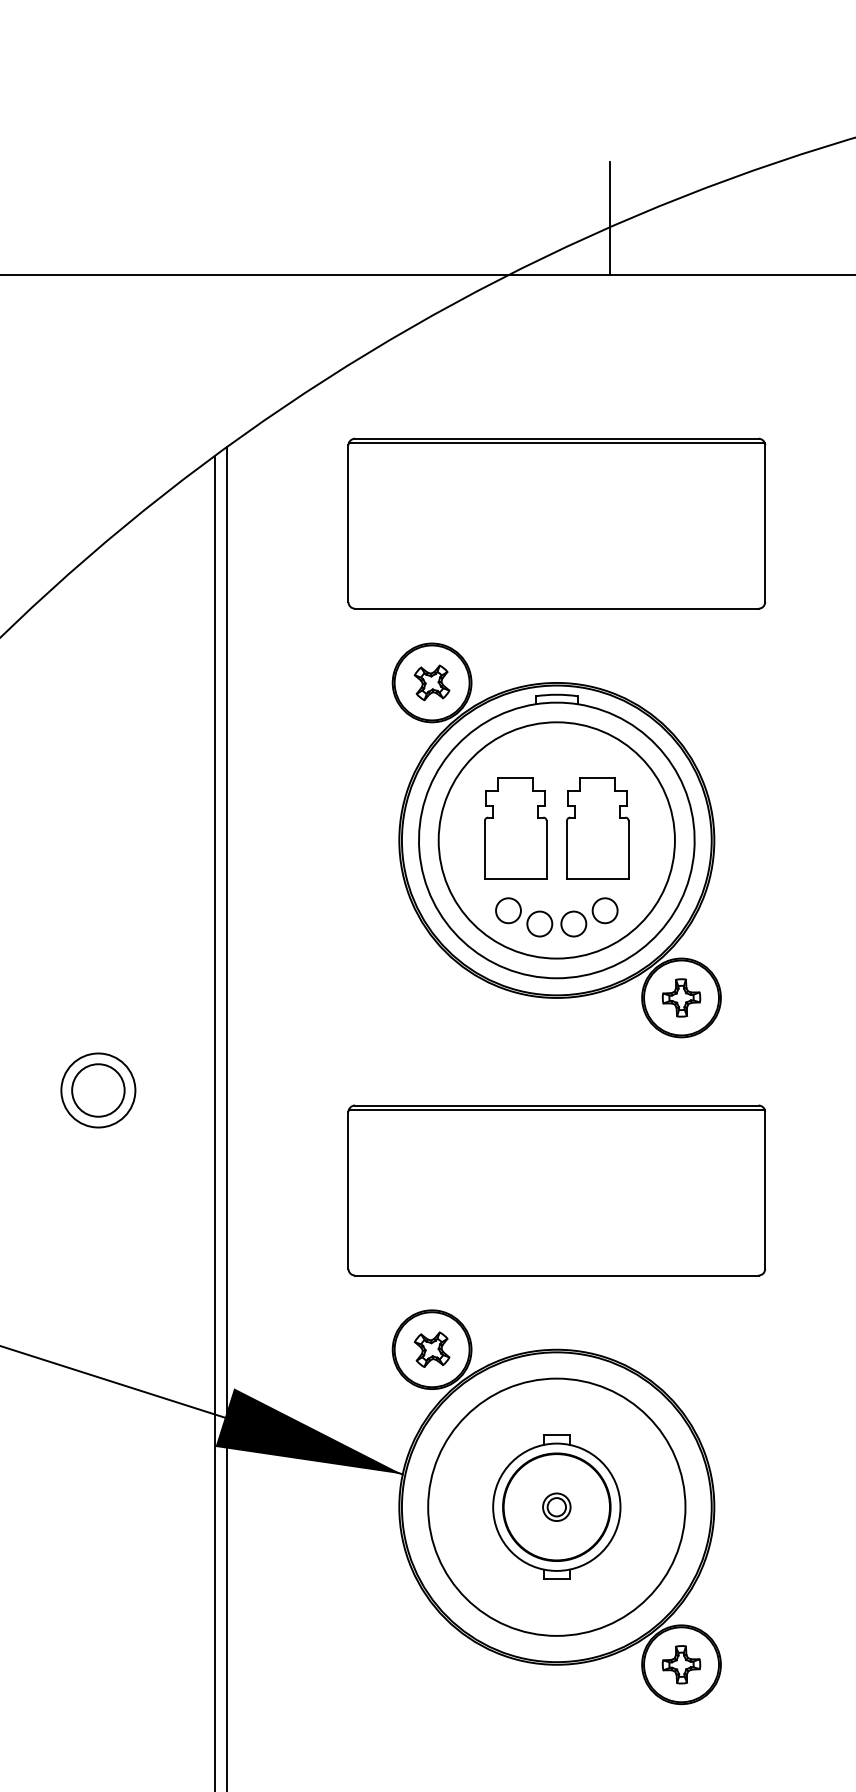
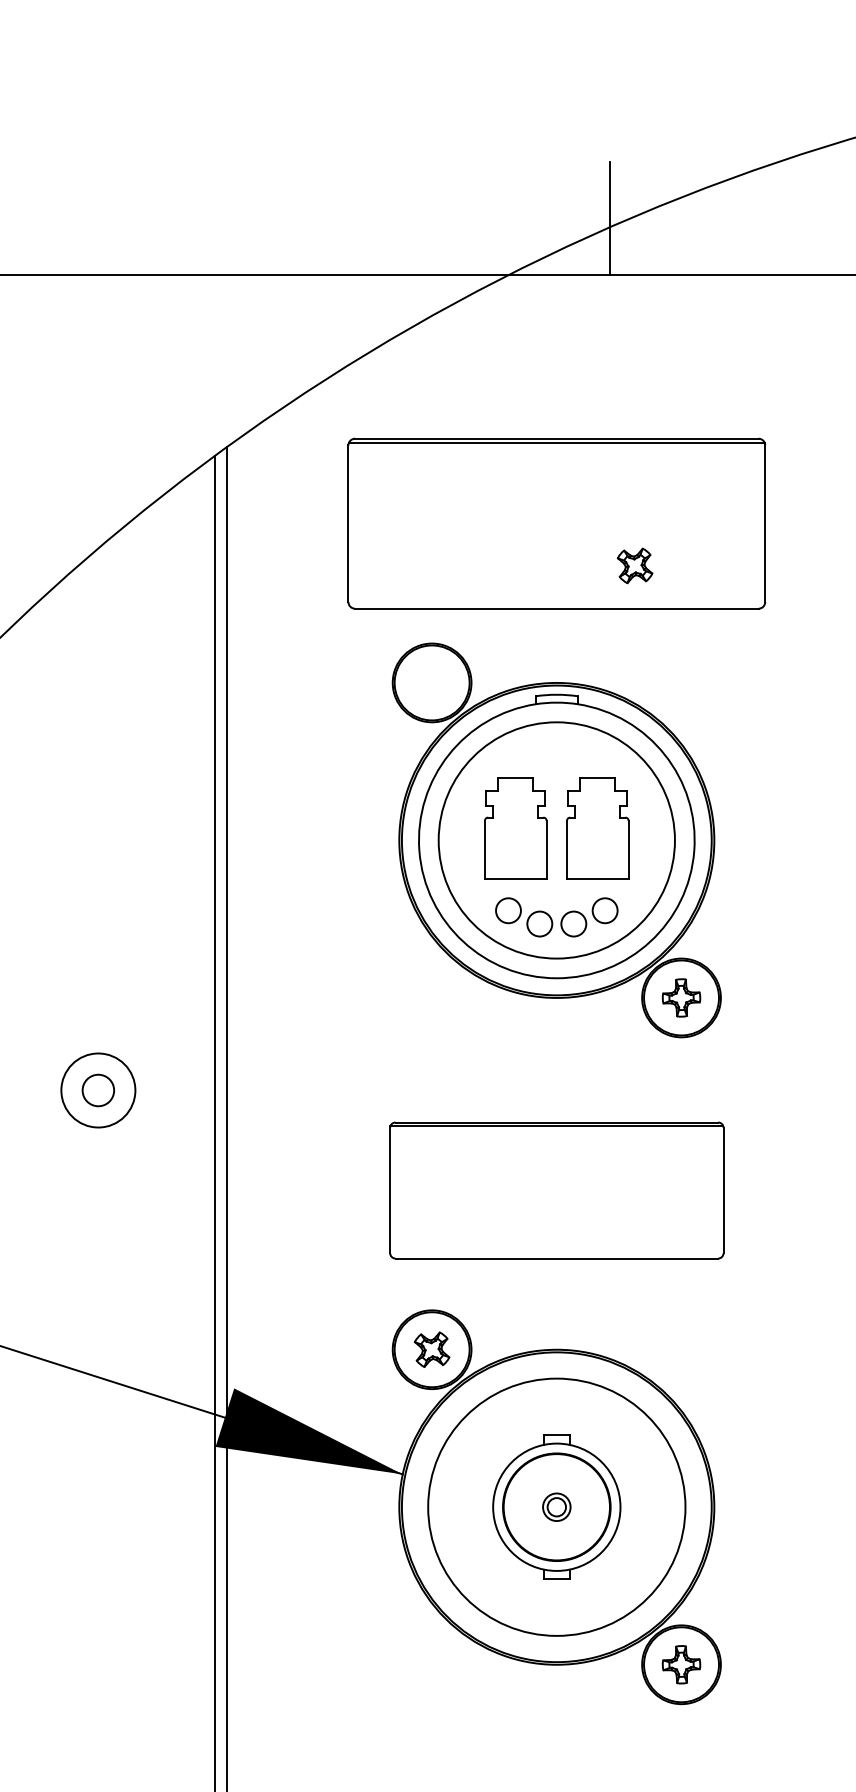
part at (431, 682) position: (431, 682) -> (634, 565)
circle at (98, 1090) diameter: 53 px -> 32 px
part at (556, 1190) size: 420x173 px -> 336x139 px
